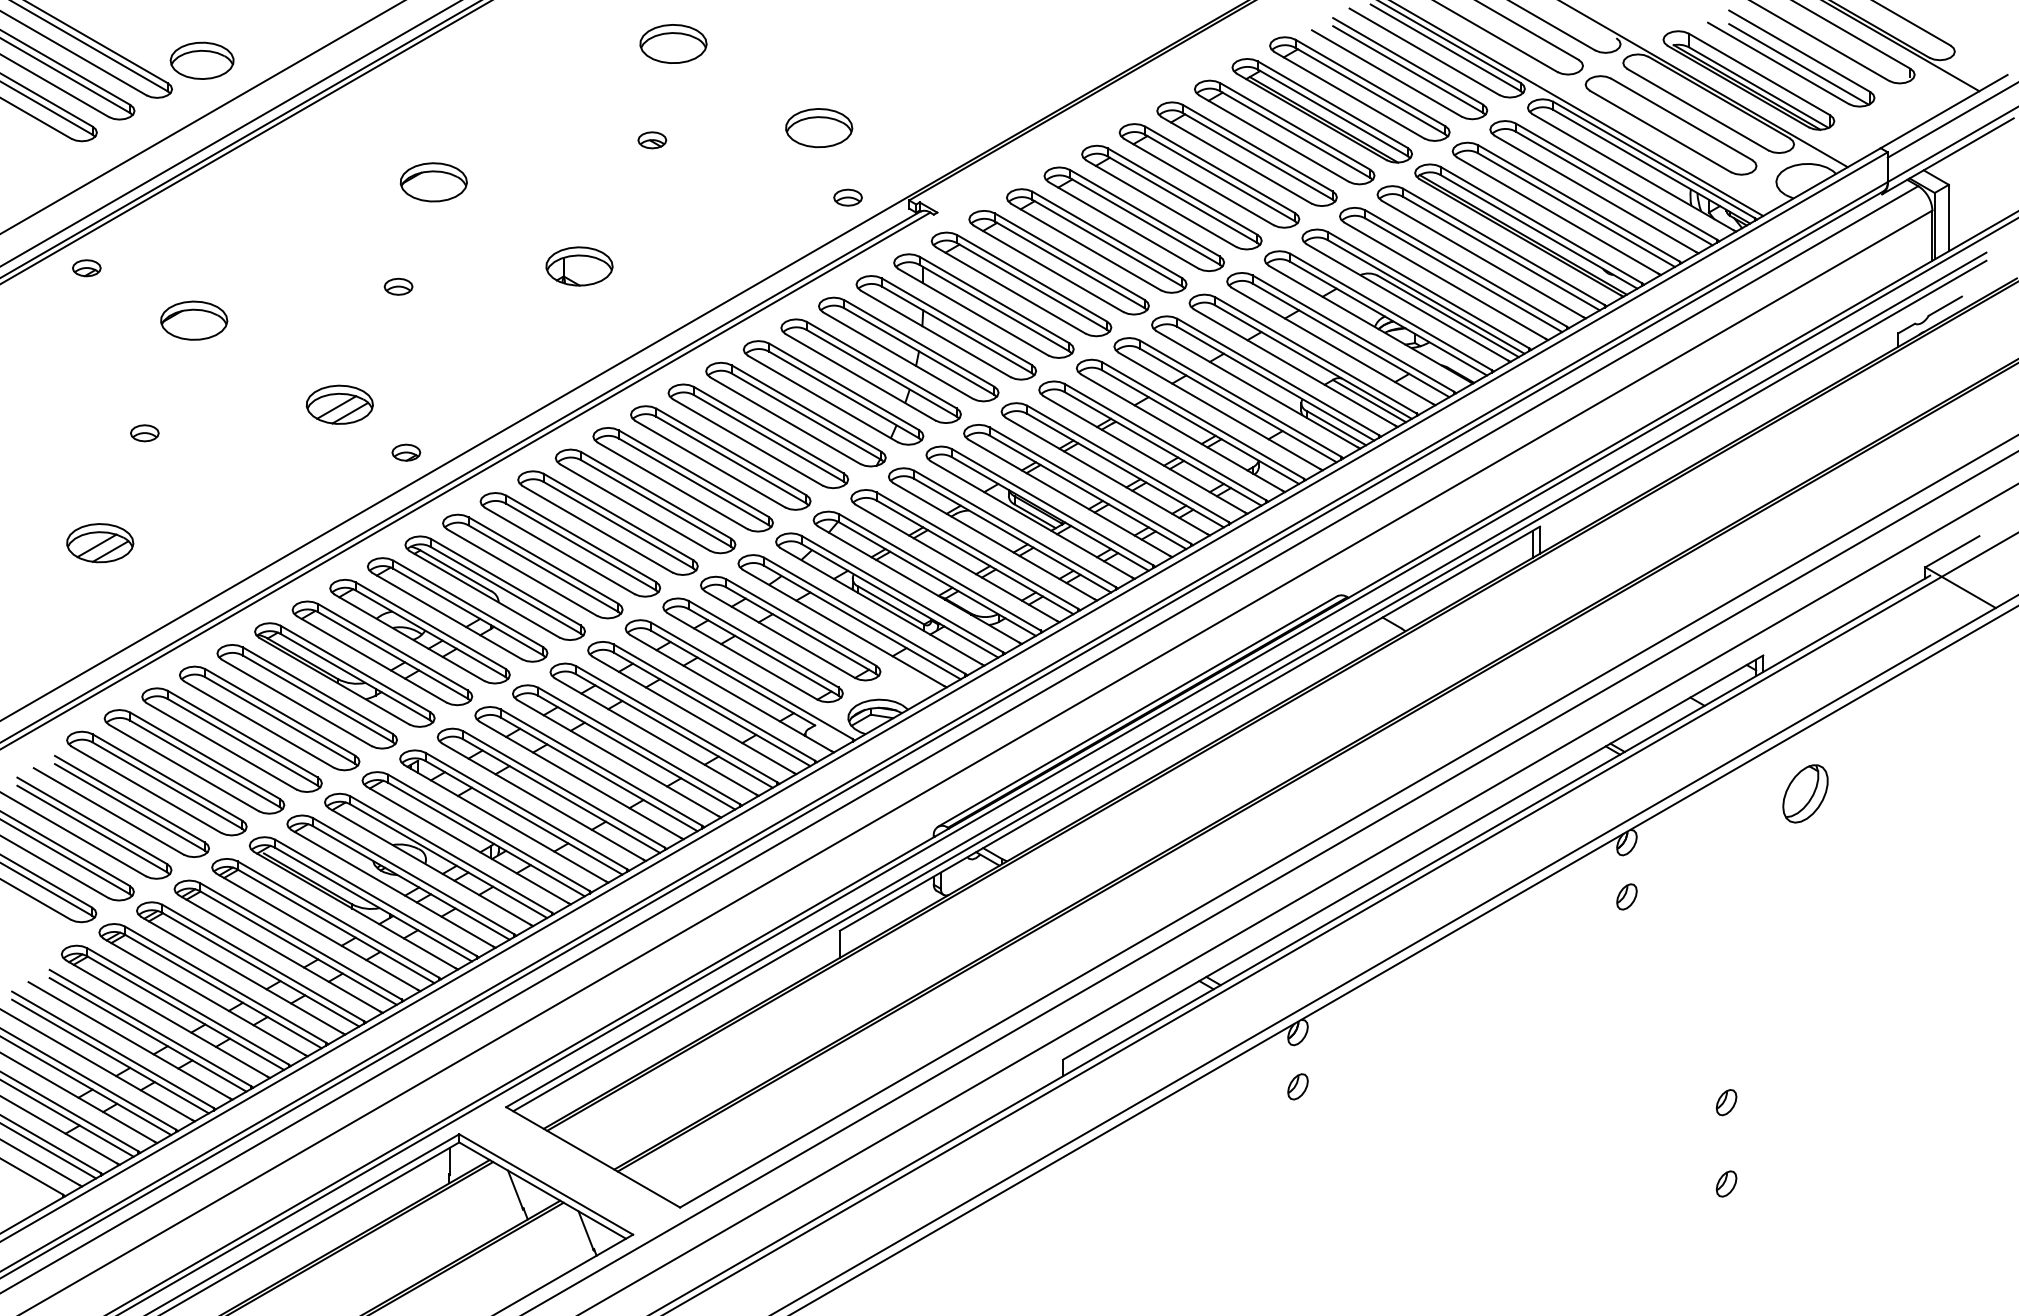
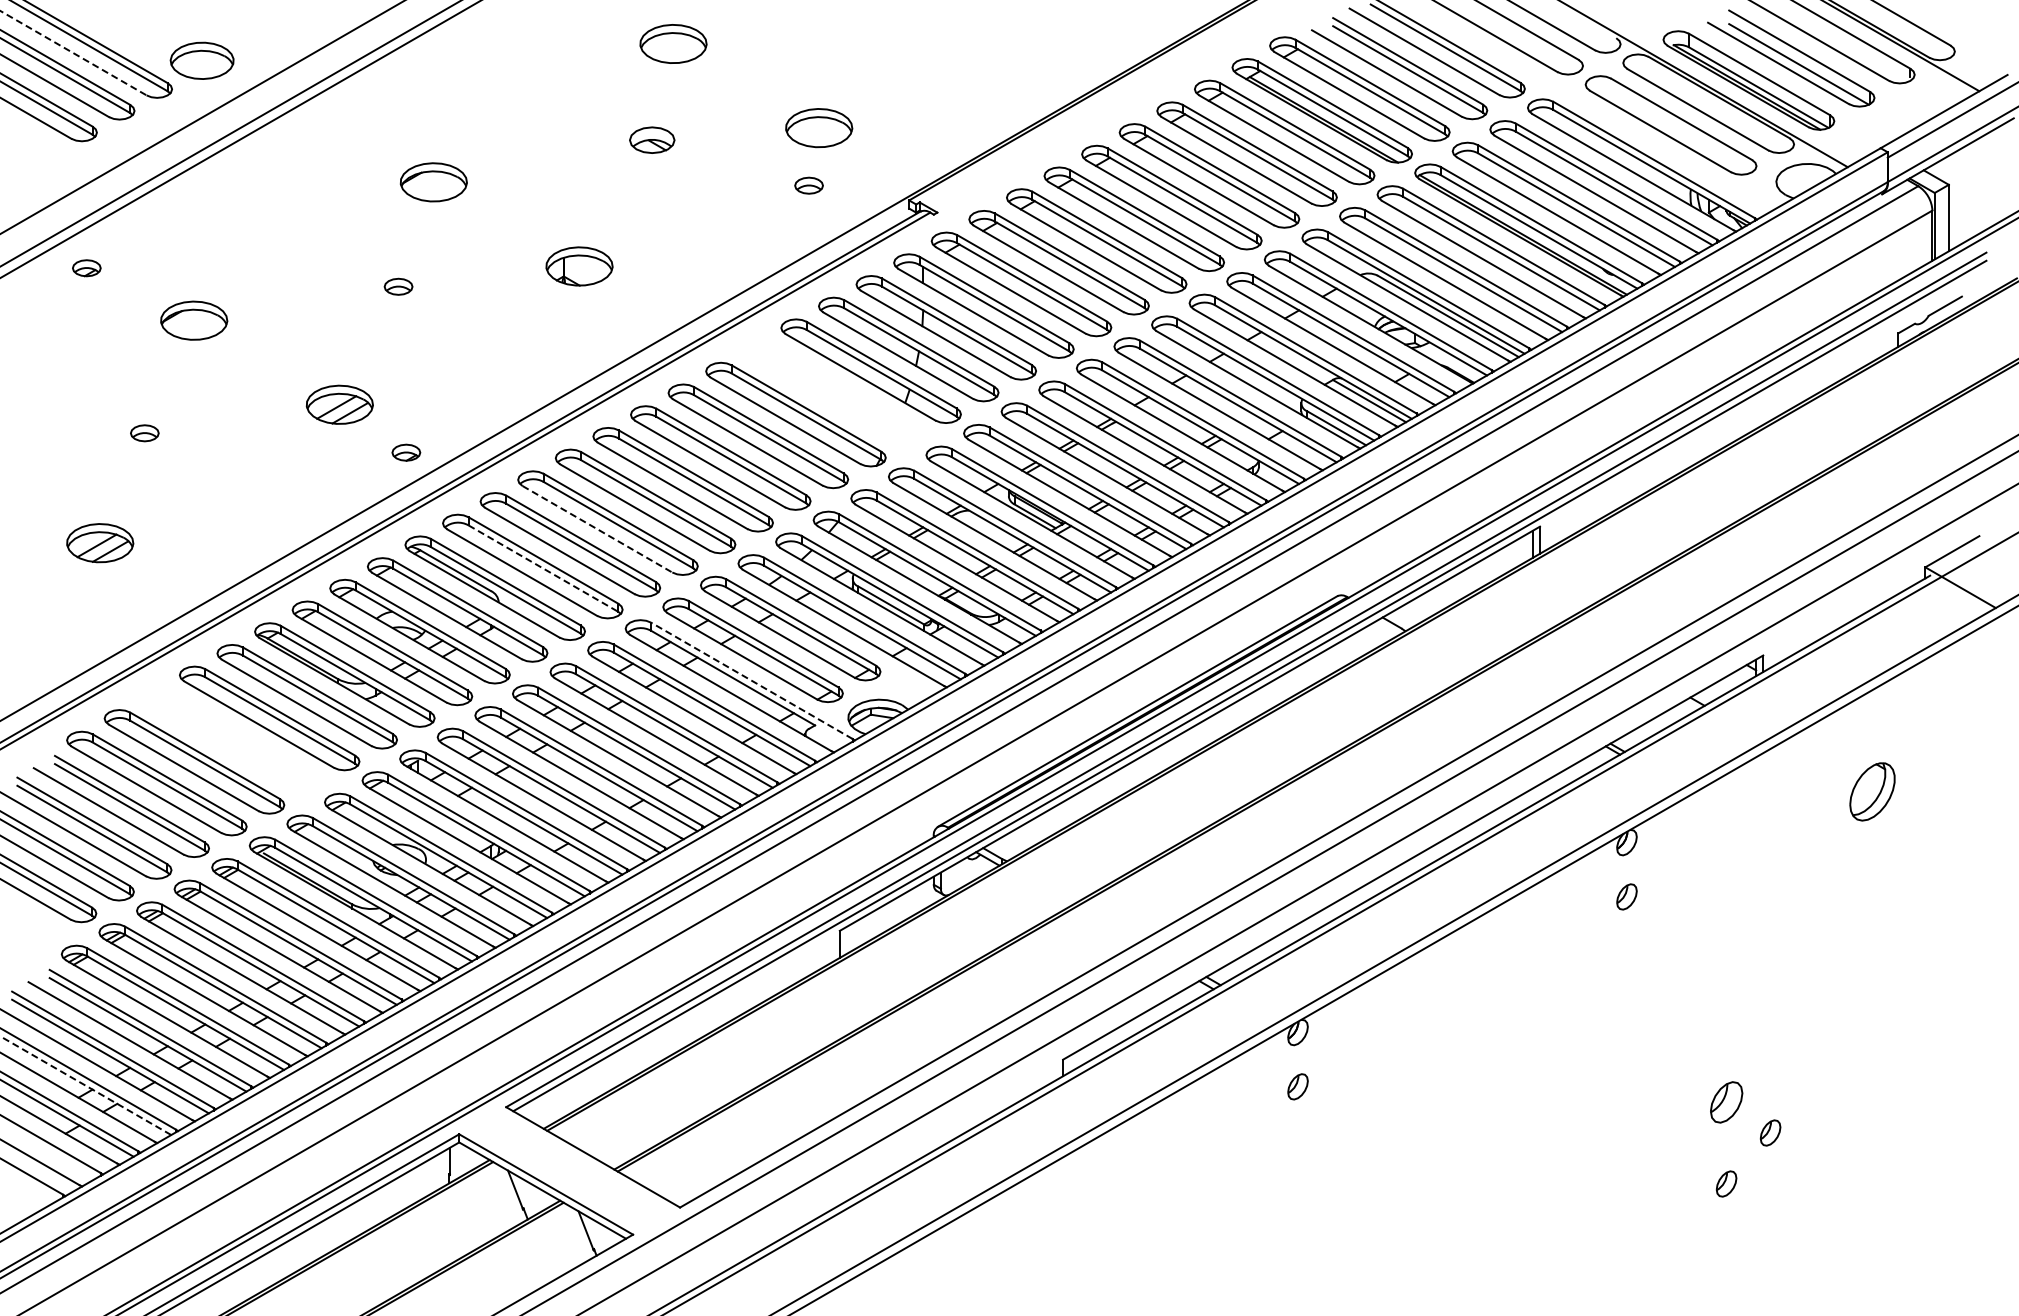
line at (74, 53): solid -> dashed
line at (1577, 109): present -> none
part at (652, 140) size: 31x19 px -> 47x28 px
line at (245, 142): present -> none
part at (847, 197) position: (847, 197) -> (808, 185)
part at (833, 392): present -> none
line at (597, 529): solid -> dashed
line at (543, 568): solid -> dashed
line at (751, 680): solid -> dashed
part at (231, 739): present -> none
part at (1805, 793) position: (1805, 793) -> (1872, 791)
line at (85, 1085): solid -> dashed
part at (1726, 1102) size: 23x28 px -> 34x43 px
part at (1770, 1132): none -> present
line at (49, 1151): present -> none
